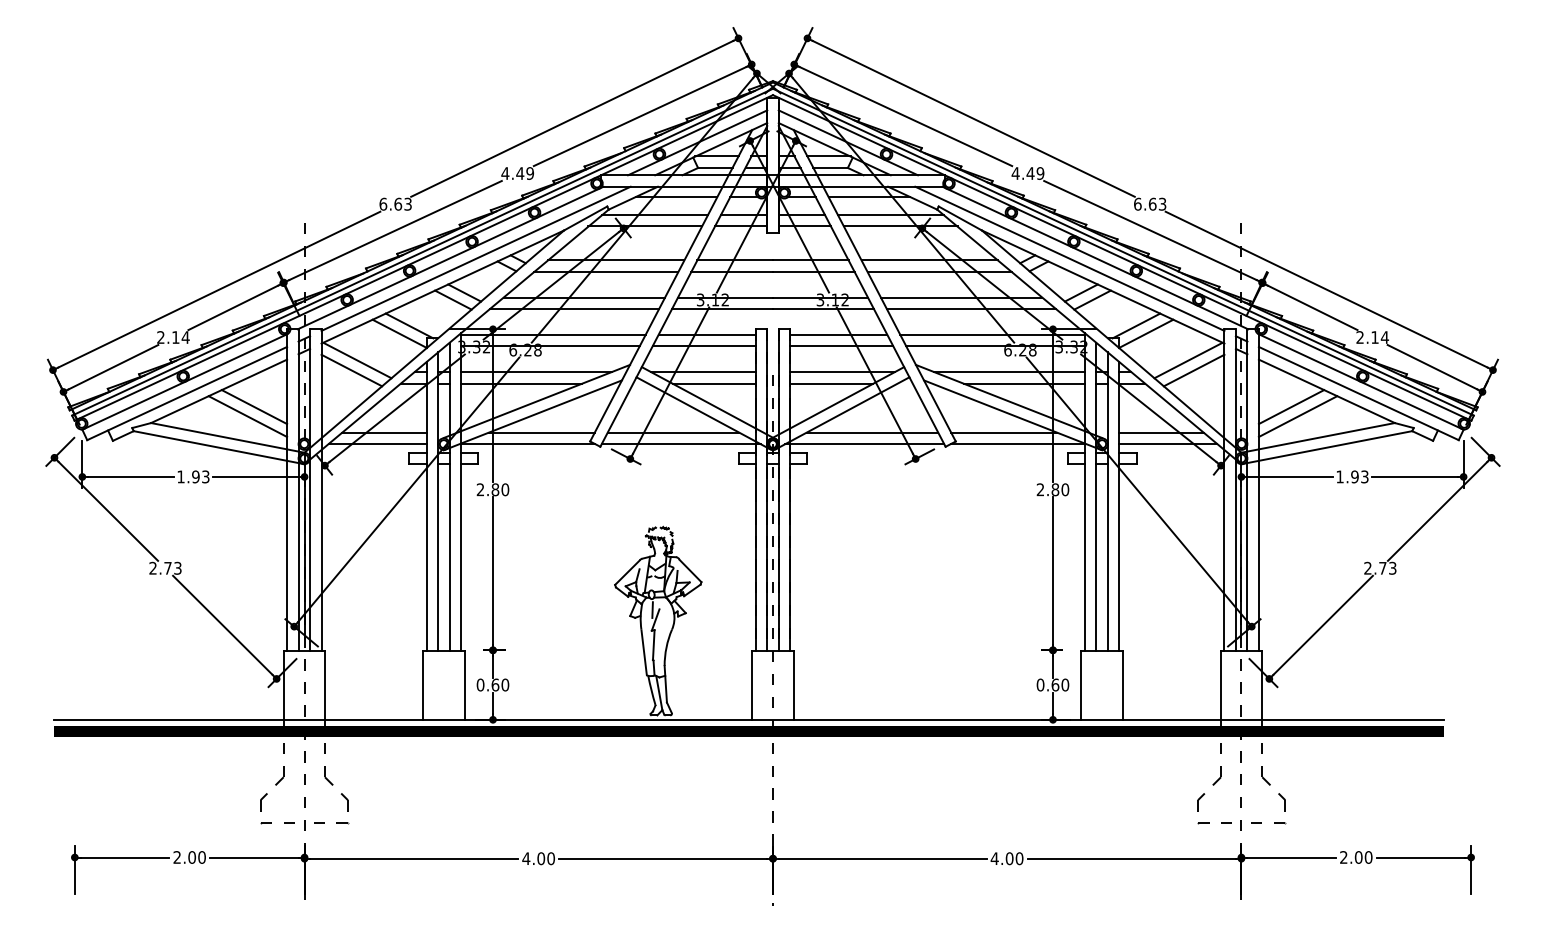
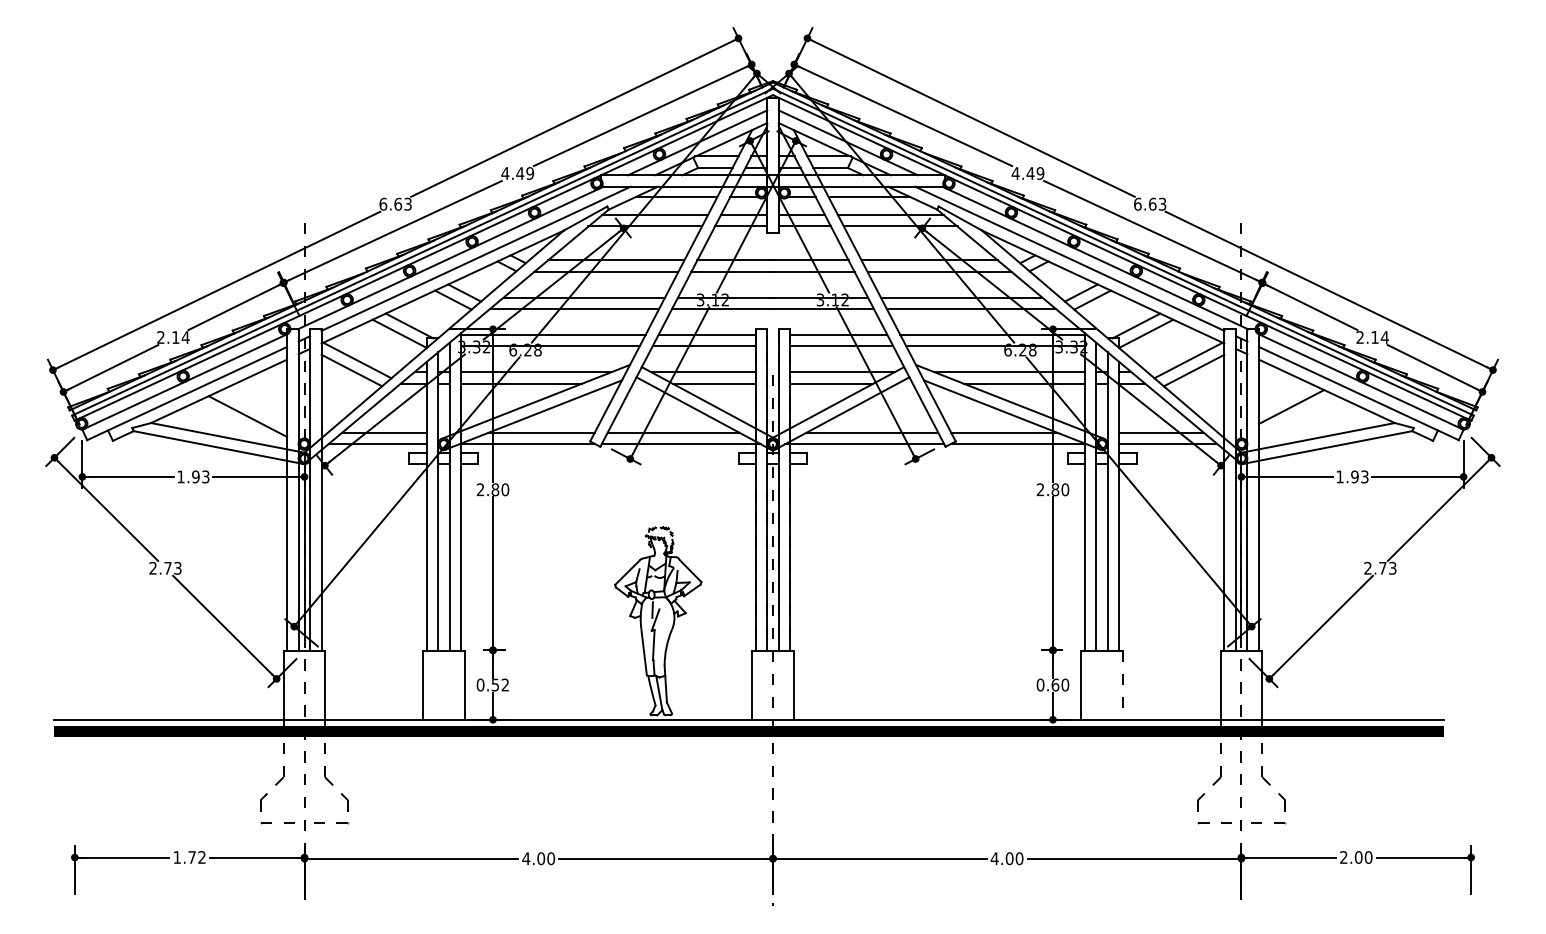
line at (254, 407): present -> none
line at (1297, 416): present -> none
text at (500, 684): 0.60 -> 0.52
line at (1122, 685): solid -> dashed
text at (189, 857): 2.00 -> 1.72
